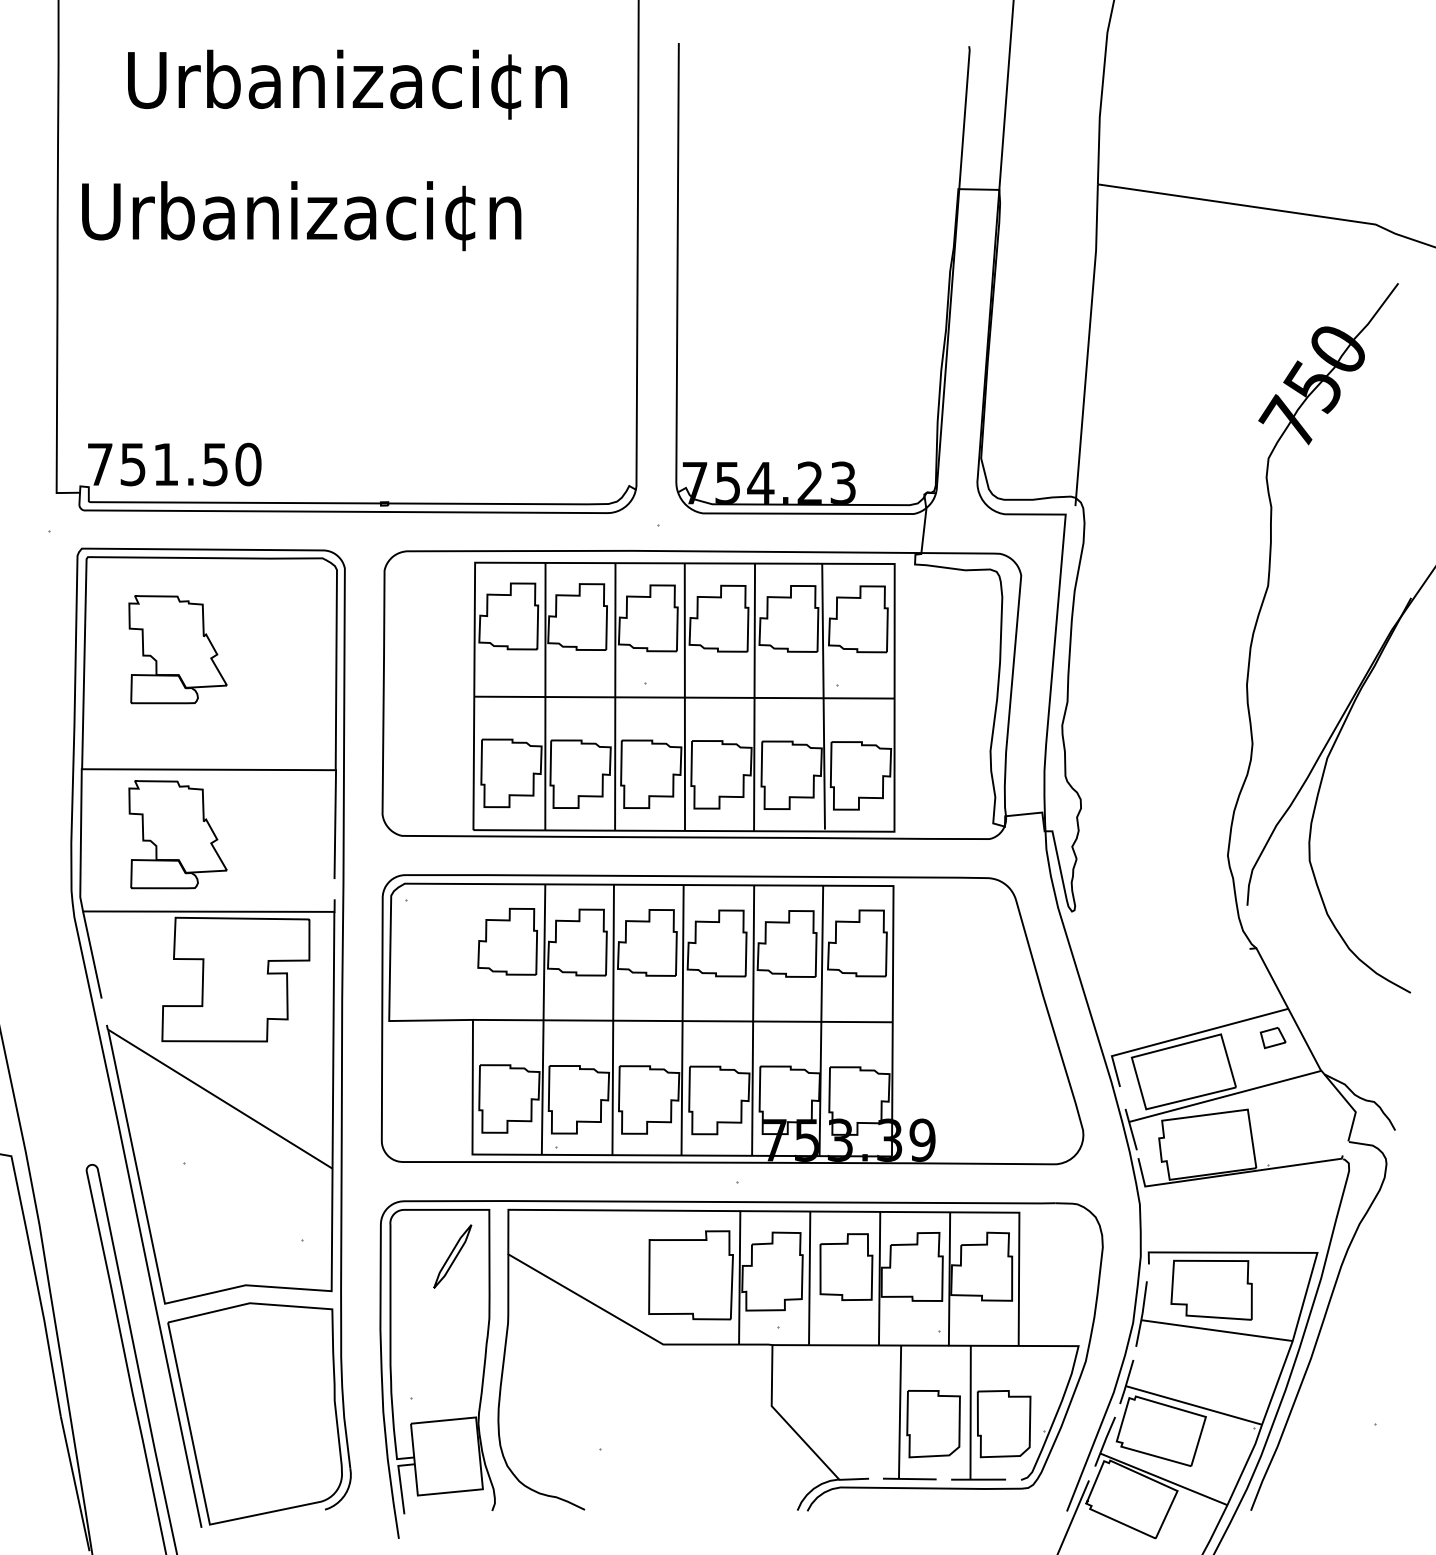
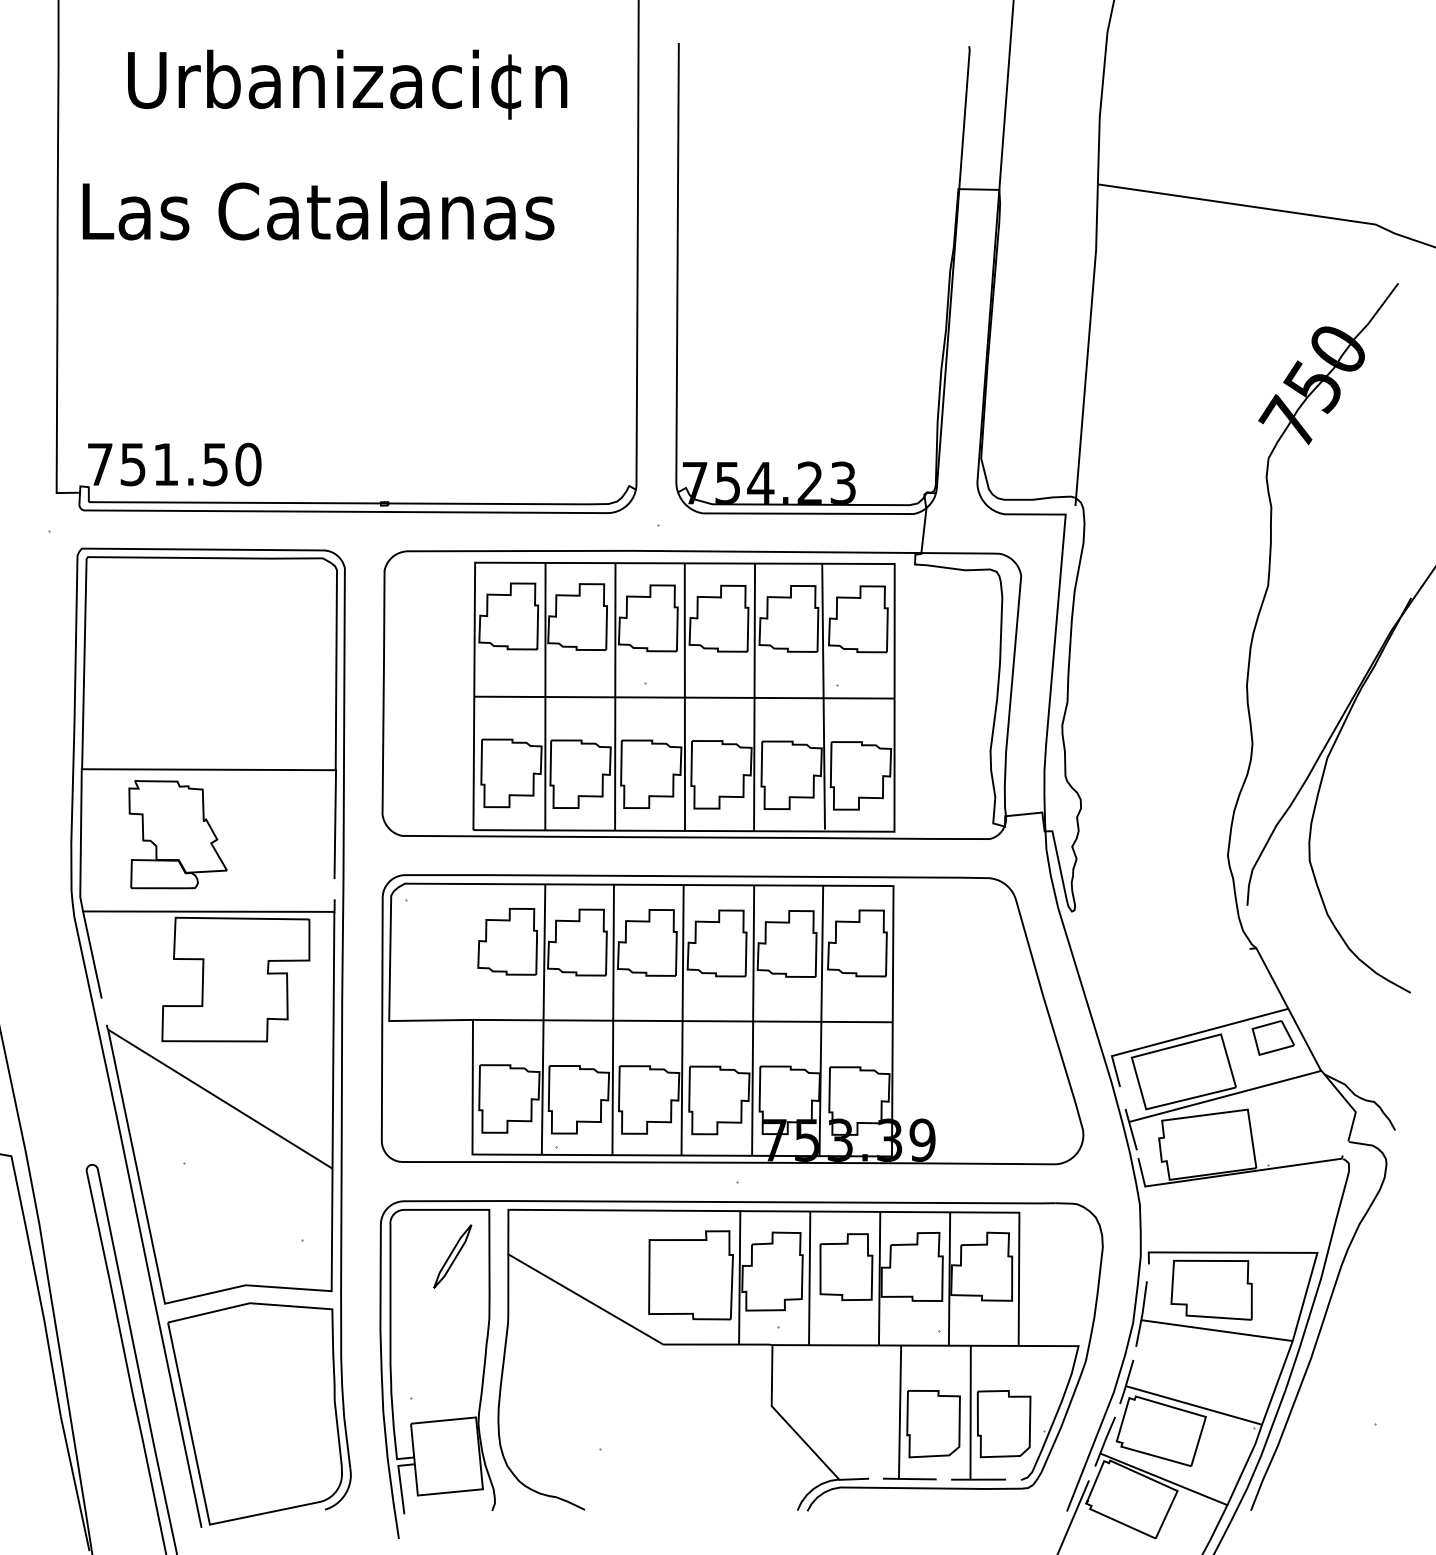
text at (318, 216): Urbanizaci¢n -> Las Catalanas
part at (177, 649): present -> none
part at (1272, 1038) size: 28x23 px -> 44x36 px
